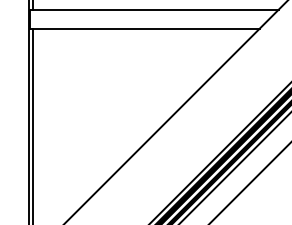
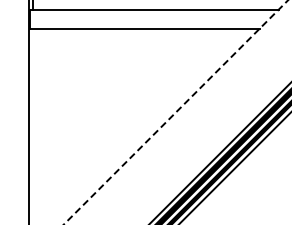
line at (175, 112): solid -> dashed
line at (32, 124): present -> none
line at (250, 182): present -> none
